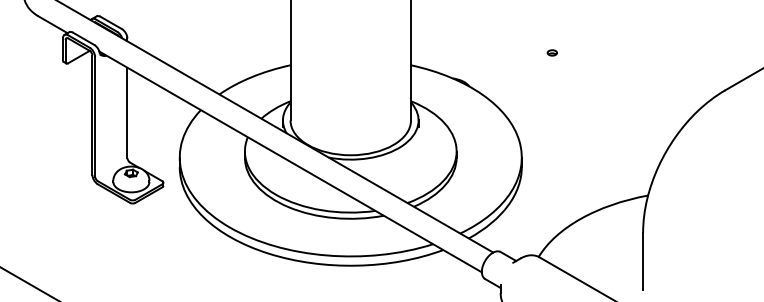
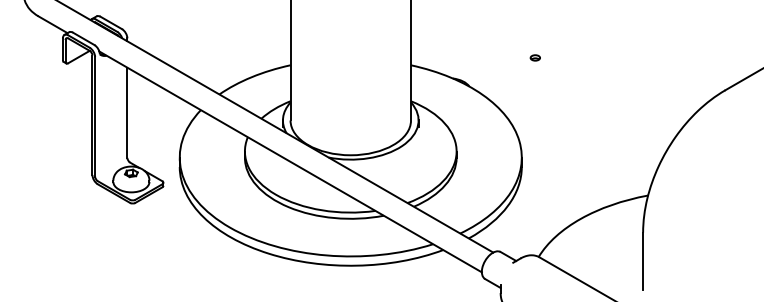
part at (551, 52) position: (551, 52) -> (534, 57)
line at (28, 283): present -> none
